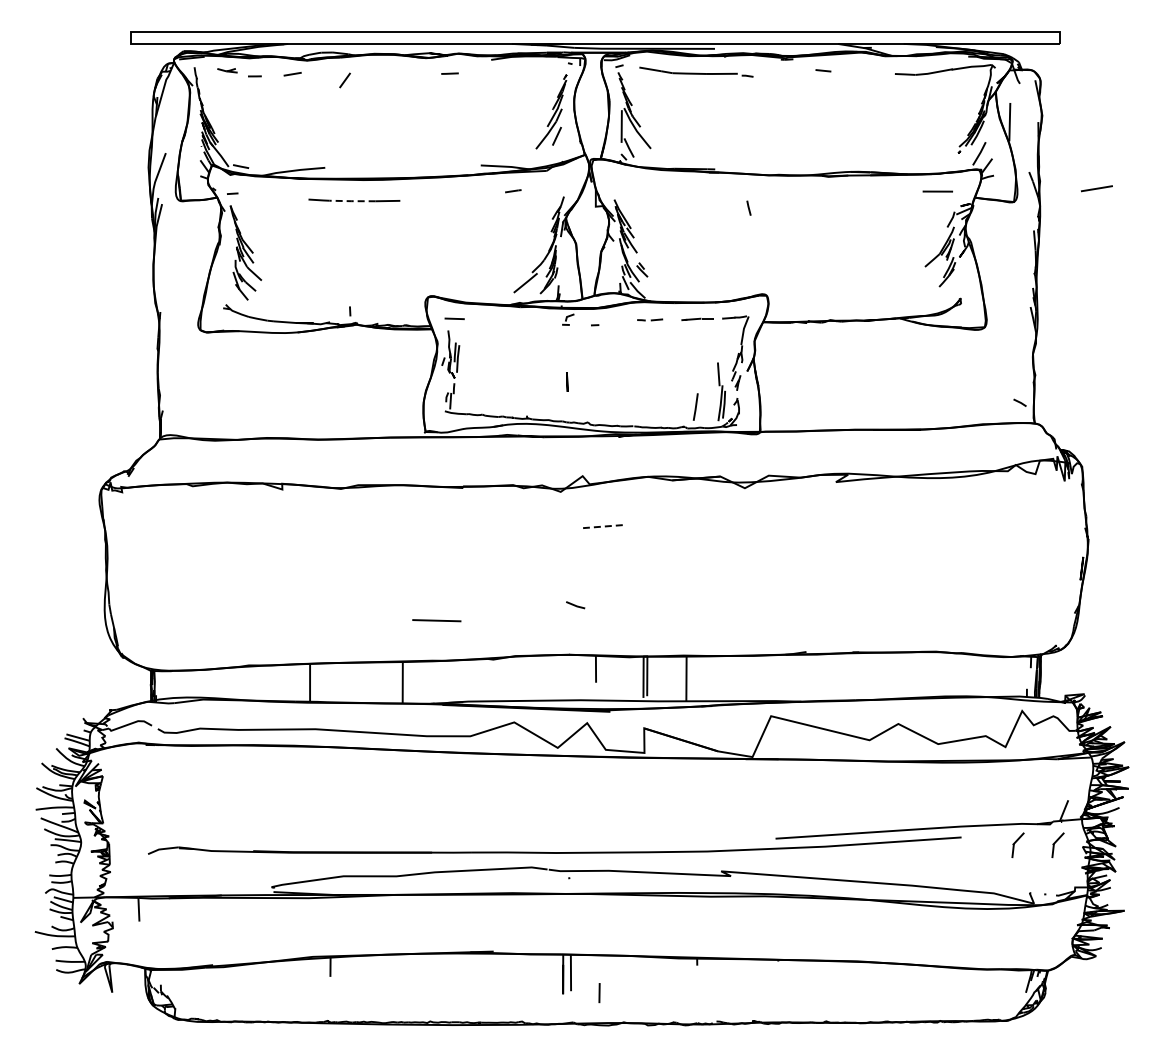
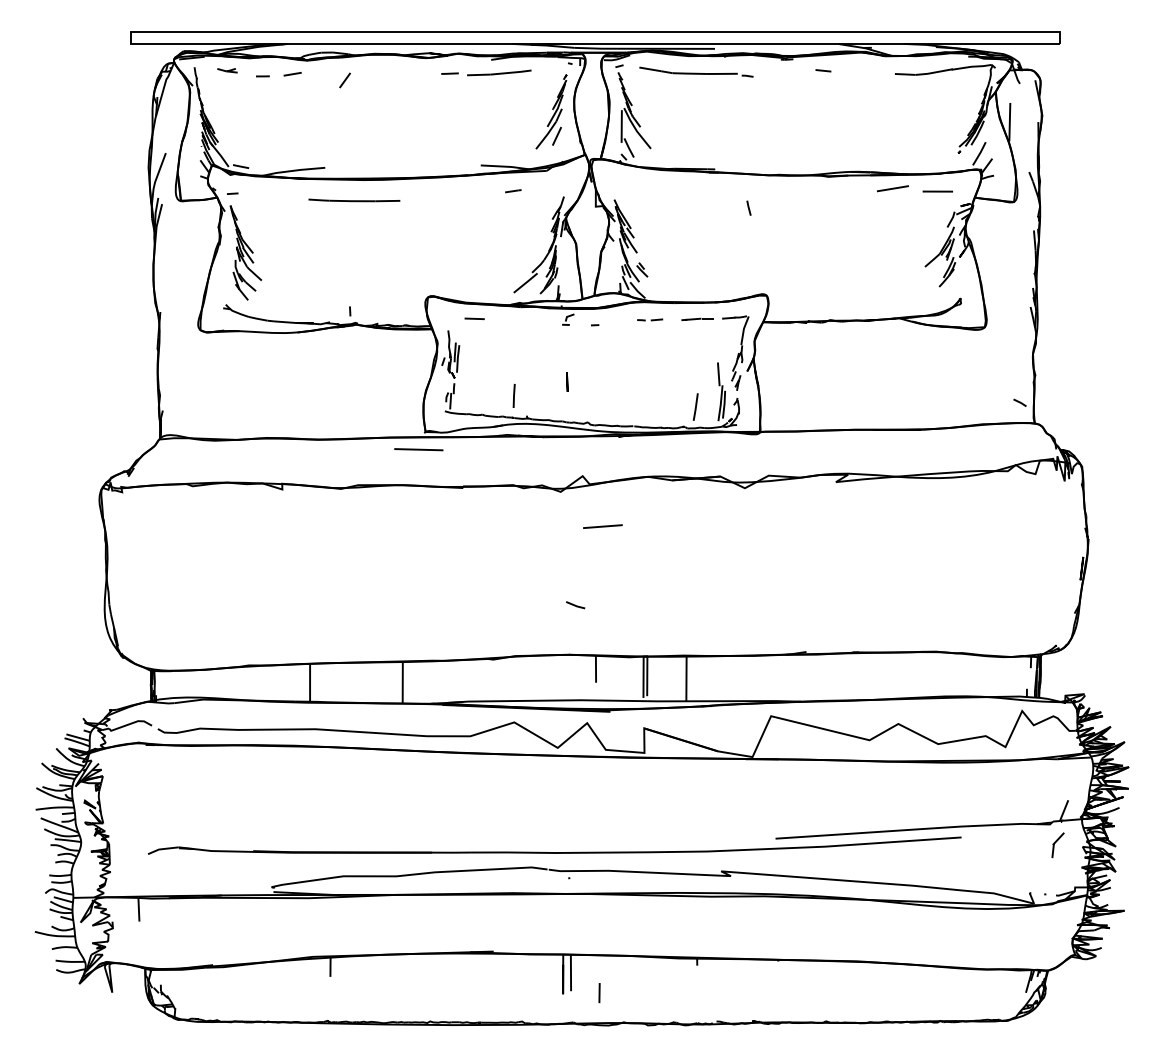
line at (499, 72): none -> present
line at (254, 76) position: (254, 76) -> (262, 76)
line at (1096, 188) position: (1096, 188) -> (892, 188)
line at (352, 201): dashed -> solid
line at (454, 318) position: (454, 318) -> (474, 318)
line at (513, 395): none -> present
line at (602, 526): dashed -> solid
line at (436, 620) position: (436, 620) -> (418, 449)
part at (1017, 844): present -> none
